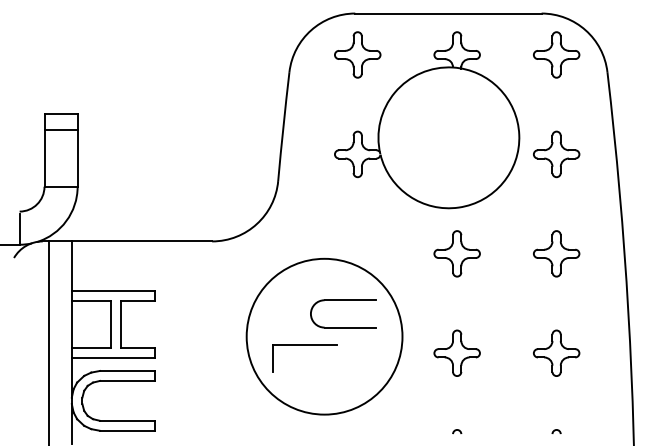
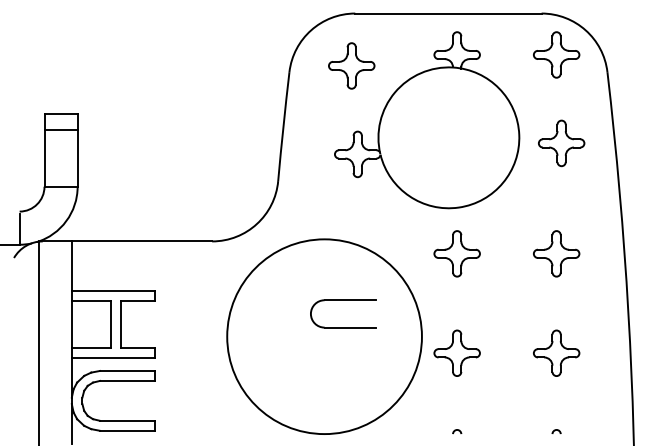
part at (357, 54) position: (357, 54) -> (351, 65)
part at (556, 154) position: (556, 154) -> (561, 143)
circle at (324, 336) diameter: 156 px -> 195 px
line at (49, 341) position: (49, 341) -> (39, 341)
part at (304, 345): present -> none
